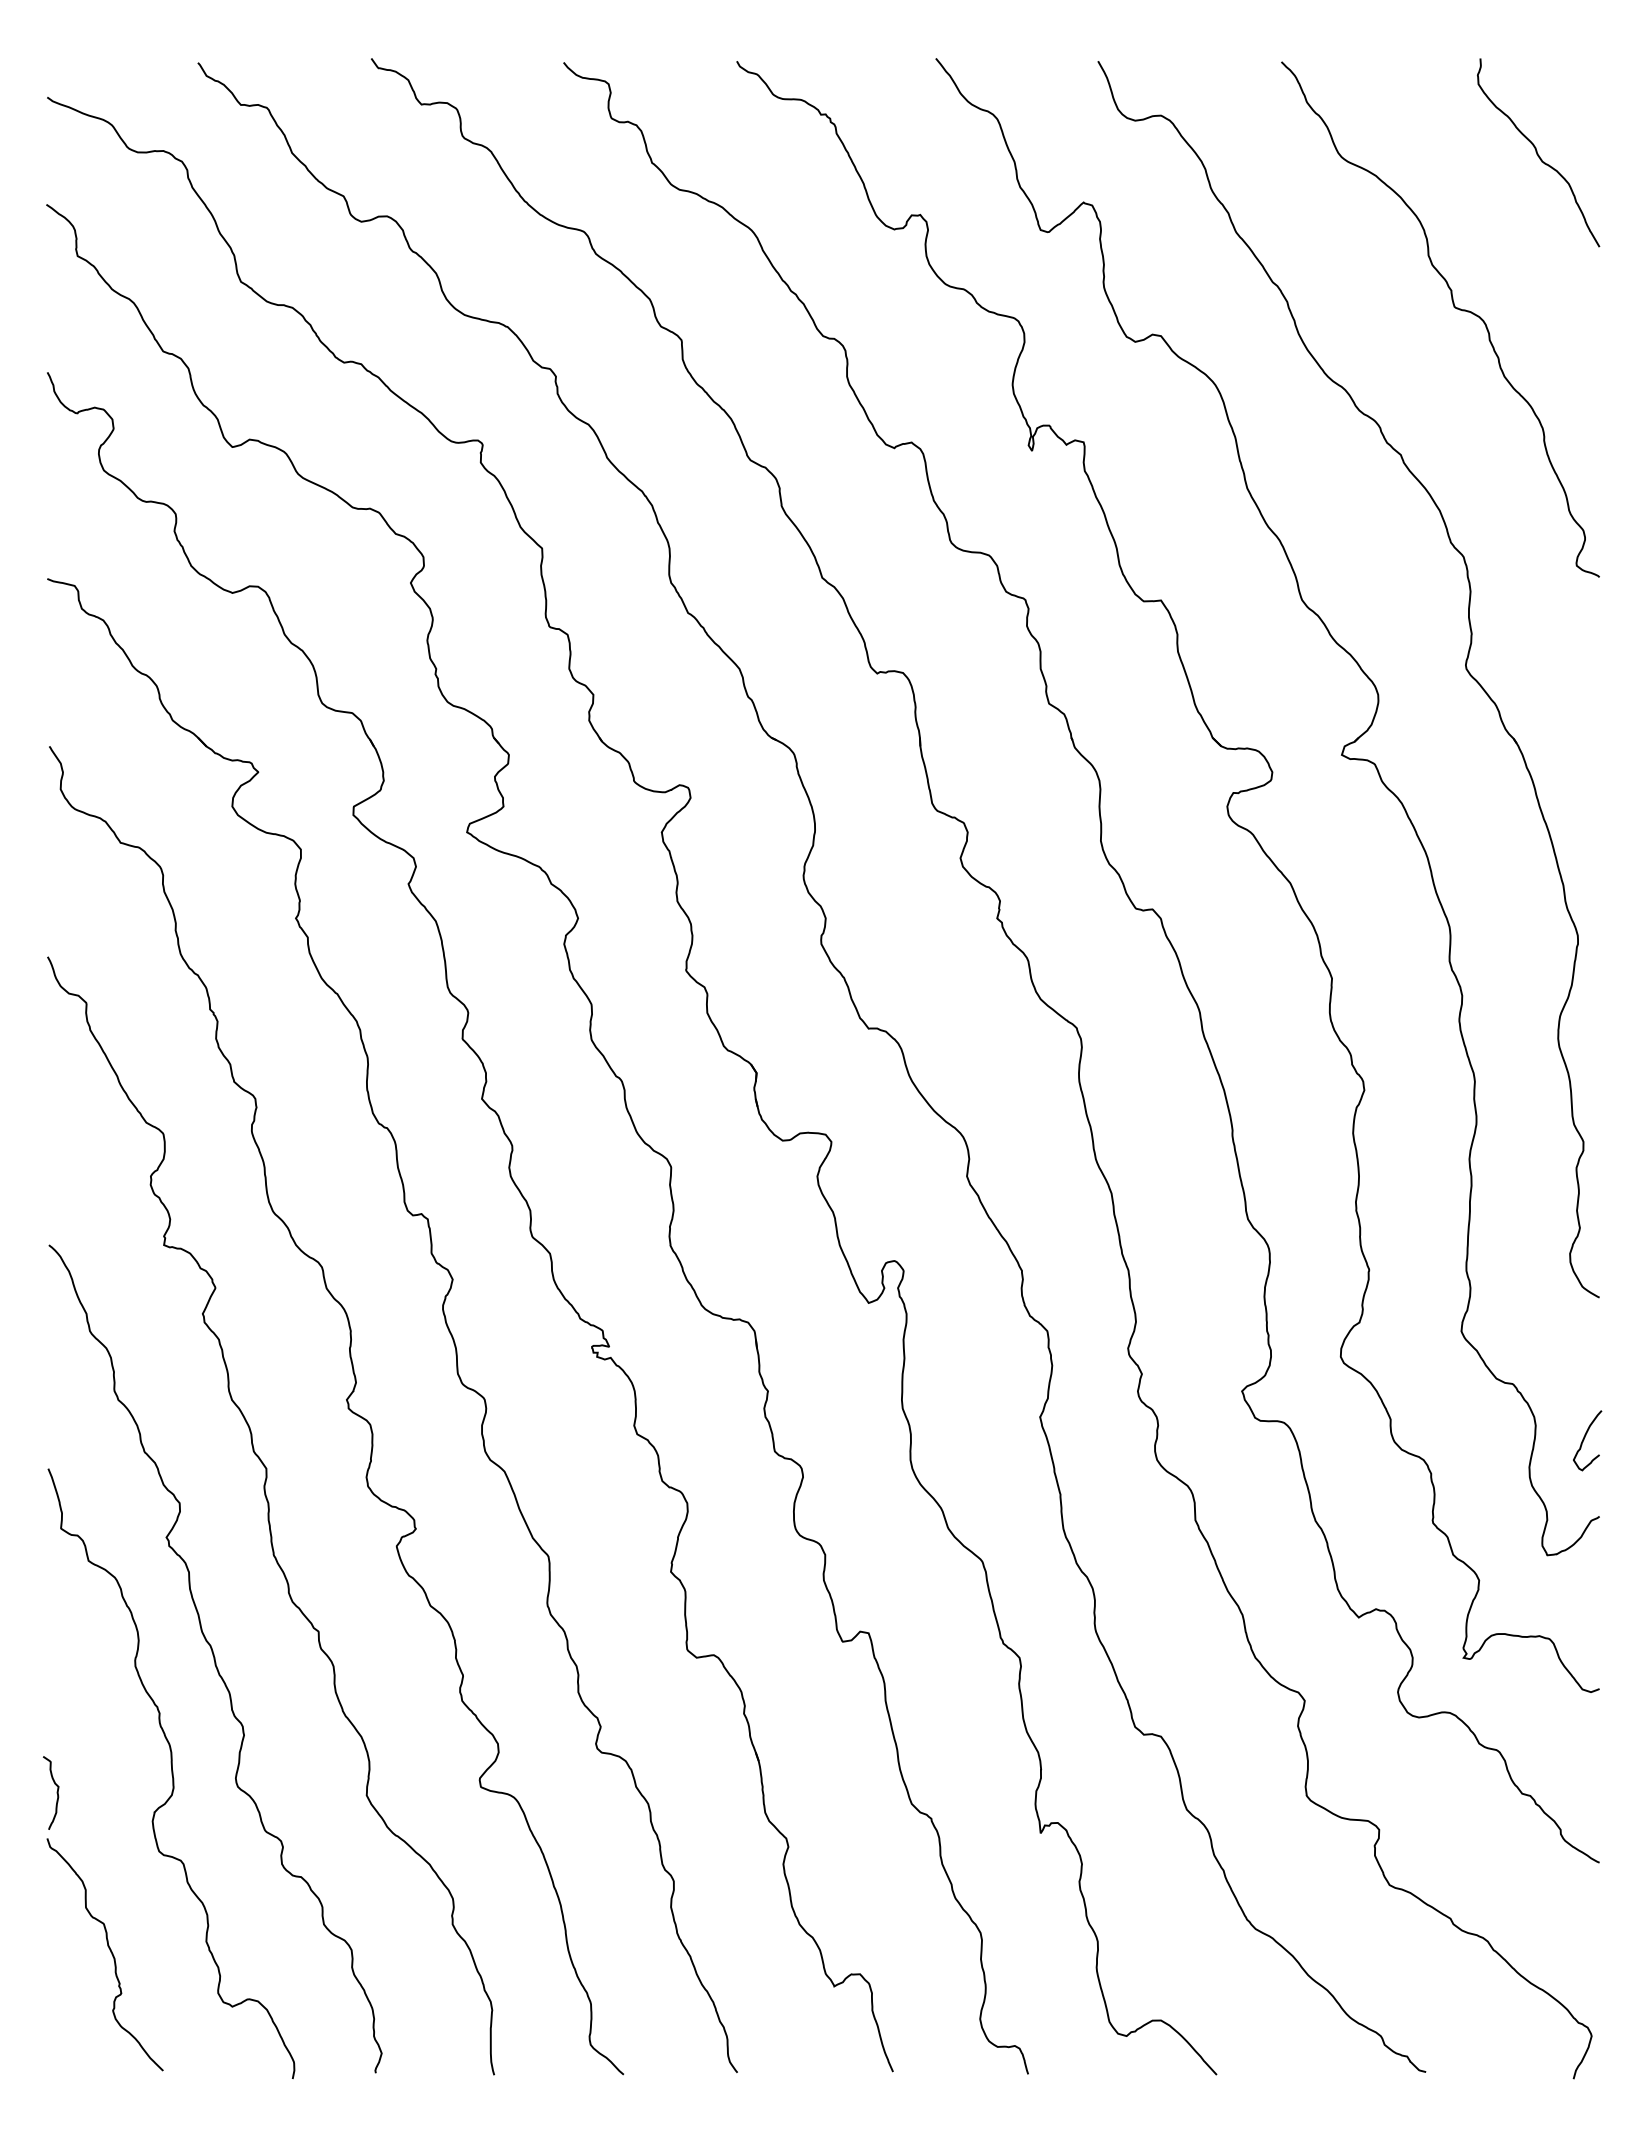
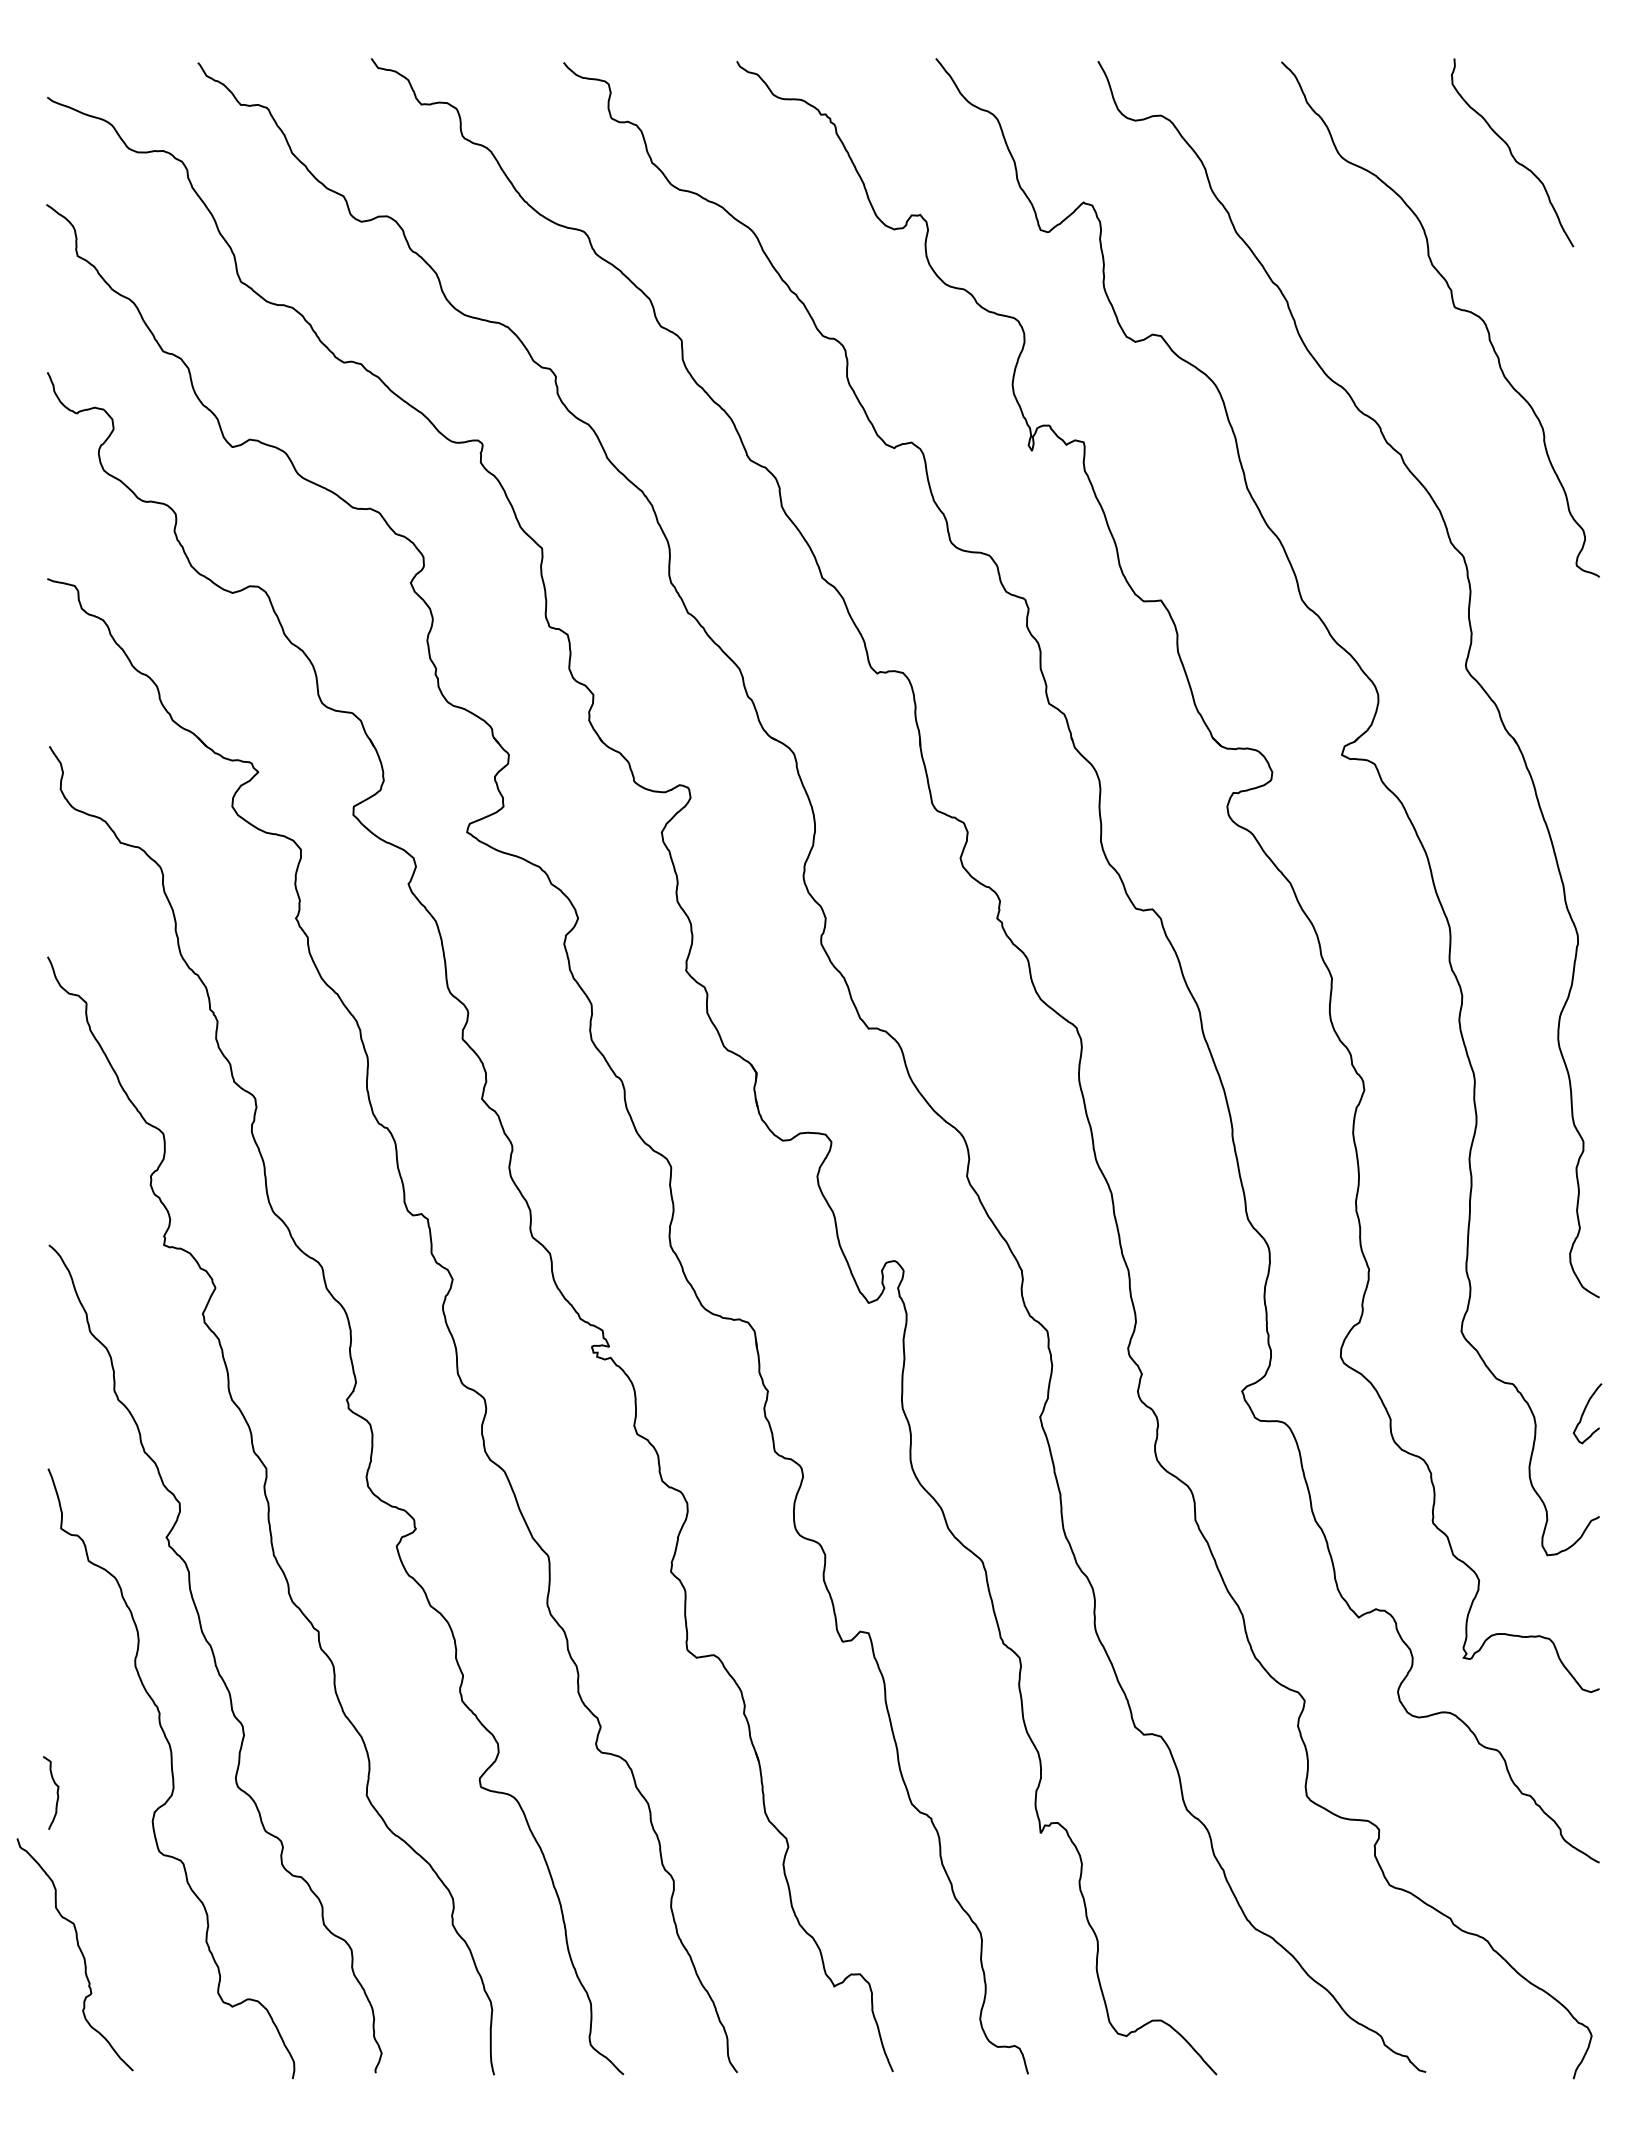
curve at (1537, 152) position: (1537, 152) -> (1511, 152)
curve at (1584, 1440) position: (1584, 1440) -> (1584, 1413)
curve at (110, 1952) position: (110, 1952) -> (80, 1952)
